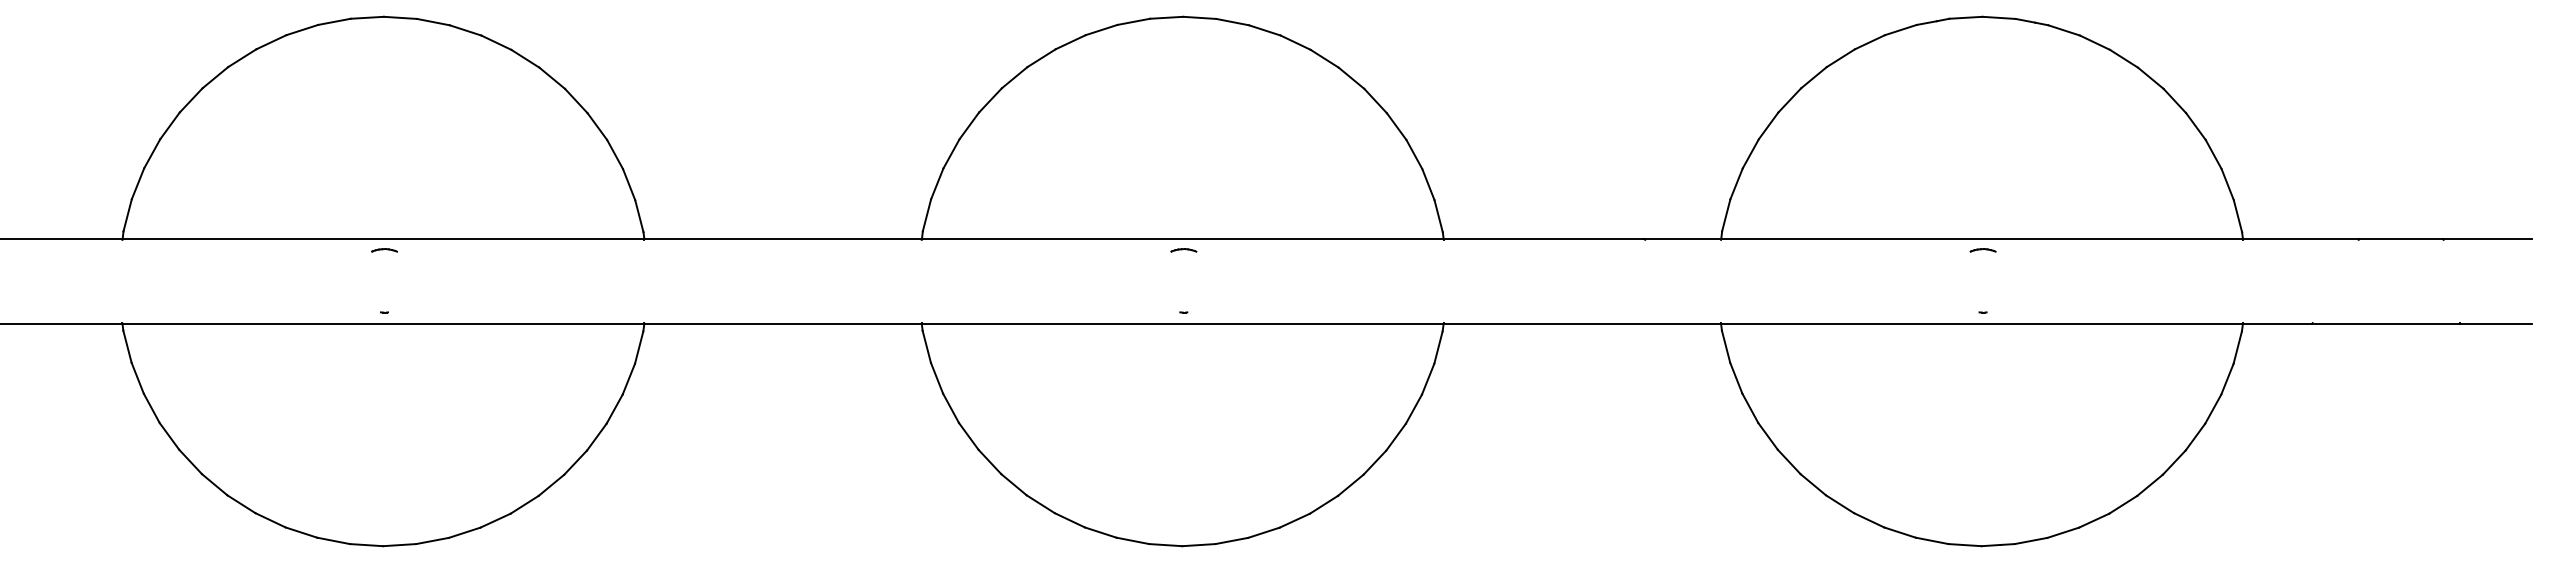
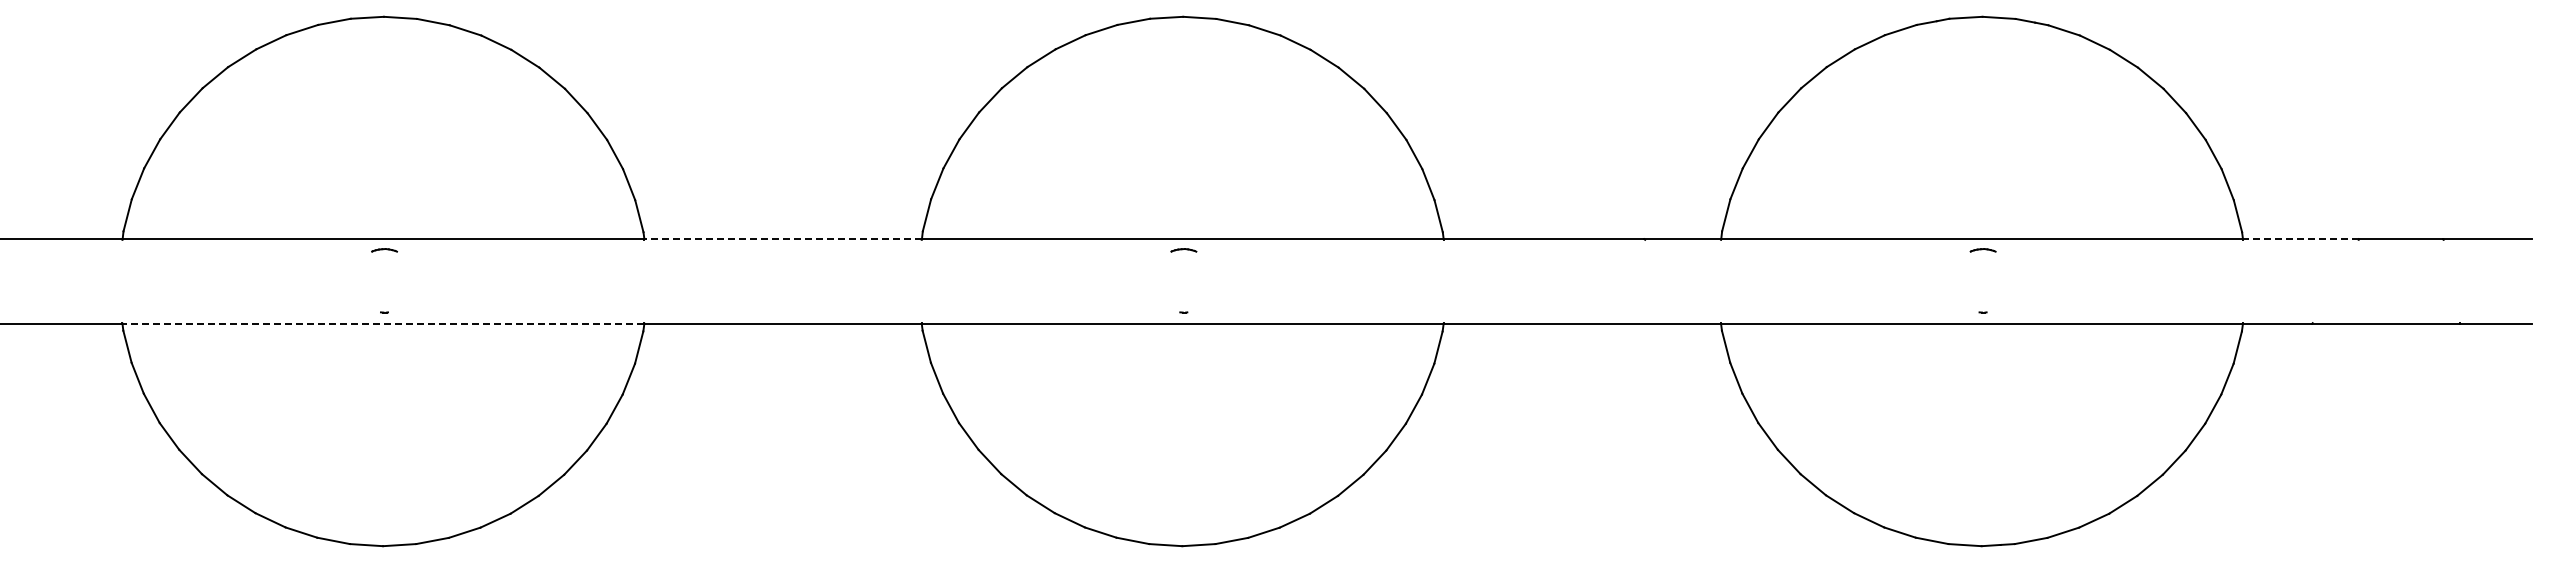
line at (783, 239): solid -> dashed
line at (2300, 239): solid -> dashed
line at (383, 323): solid -> dashed
